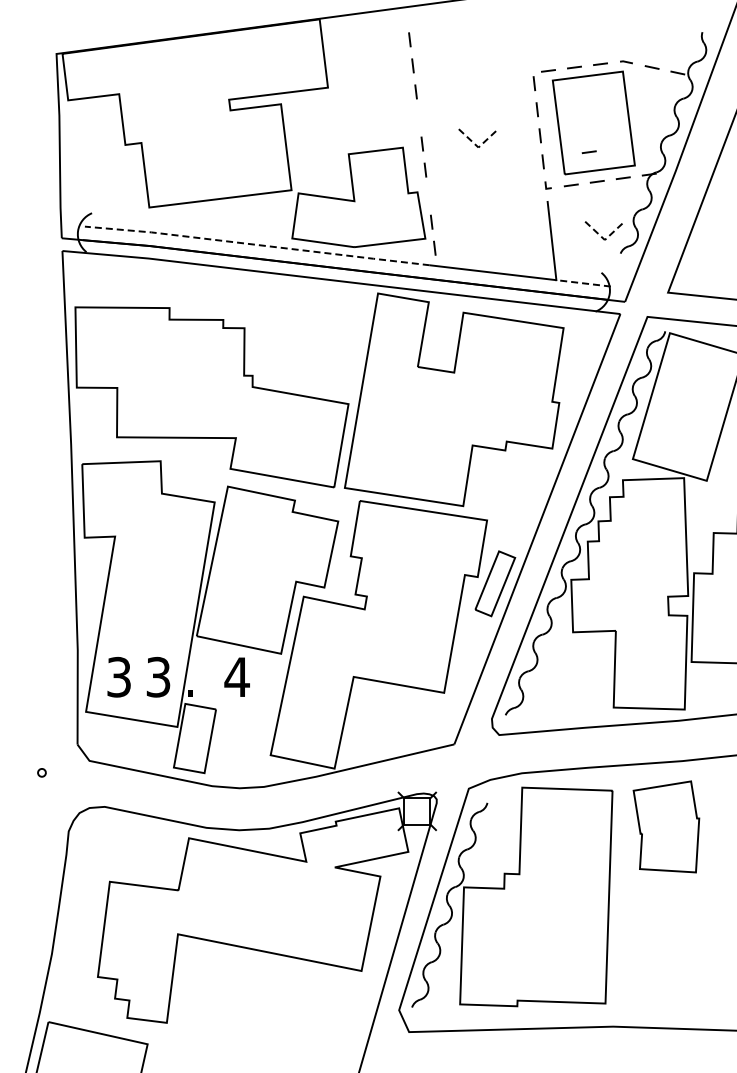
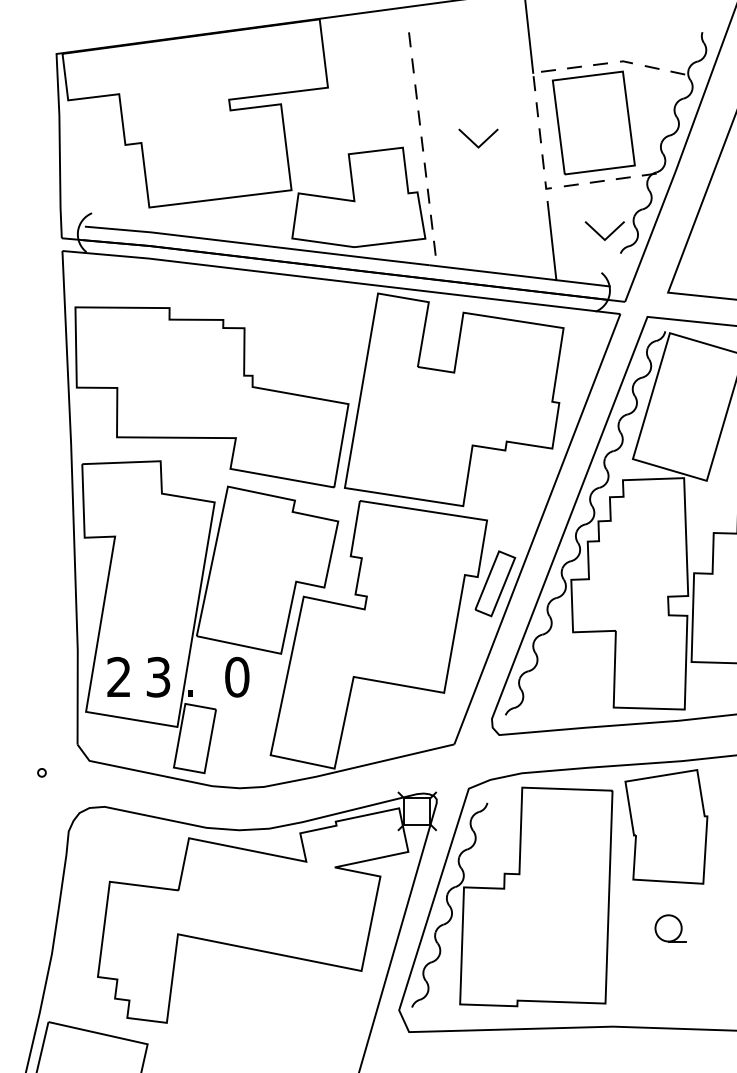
line at (529, 37): none -> present
line at (418, 117): none -> present
line at (478, 147): dashed -> solid
line at (588, 152): present -> none
line at (428, 195): none -> present
line at (604, 240): dashed -> solid
line at (257, 245): dashed -> solid
line at (583, 283): dashed -> solid
text at (236, 676): 4 -> 0
text at (118, 677): 3 -> 2
part at (666, 826) size: 69x94 px -> 85x116 px
part at (670, 928): none -> present
